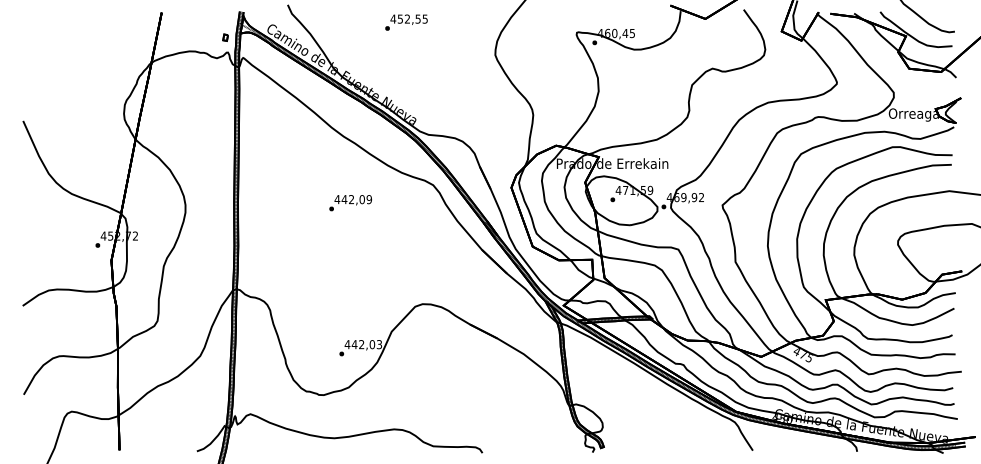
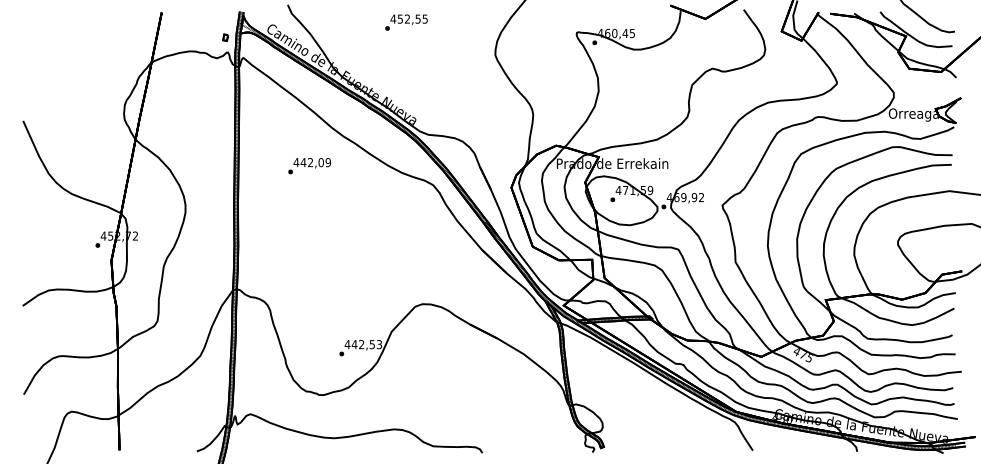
text at (350, 203) position: (350, 203) -> (309, 166)
text at (372, 344): 442,03 -> 442,53
